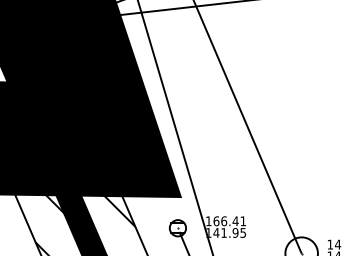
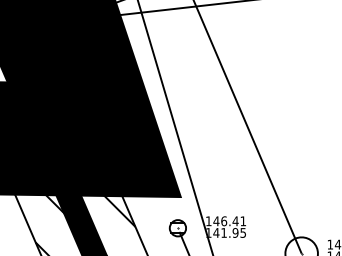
text at (216, 221): 166.41 -> 146.41
